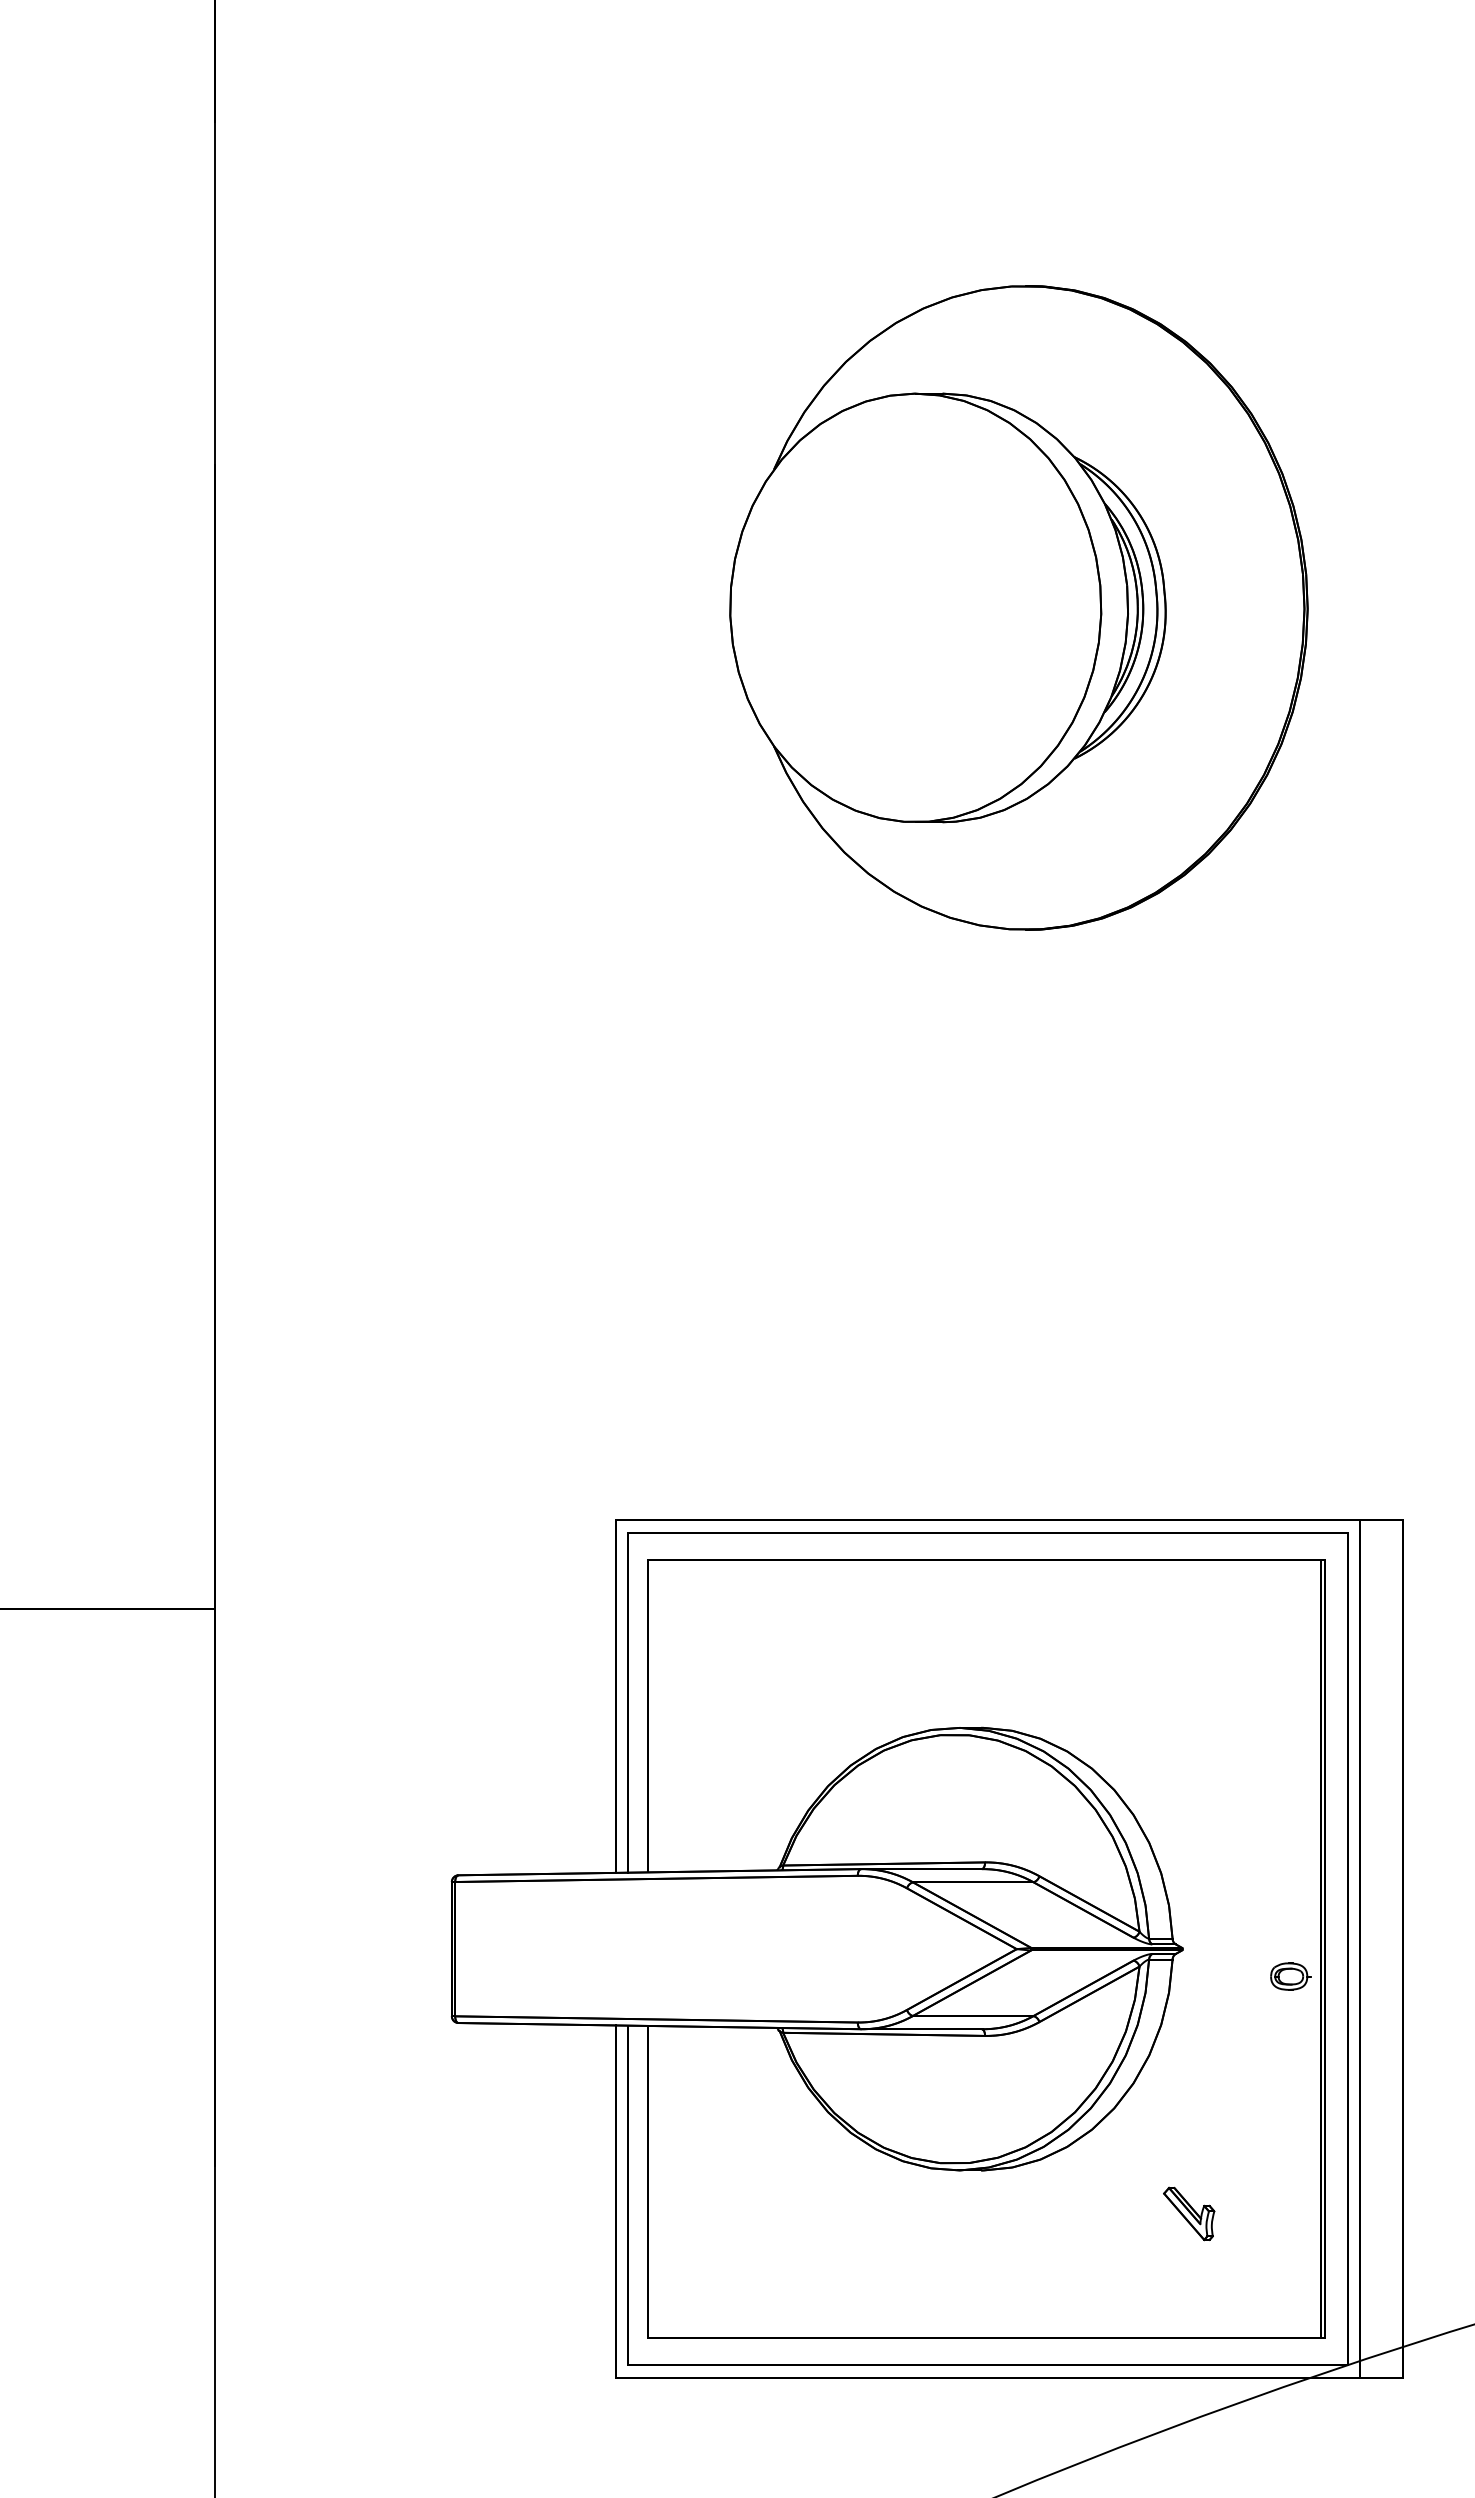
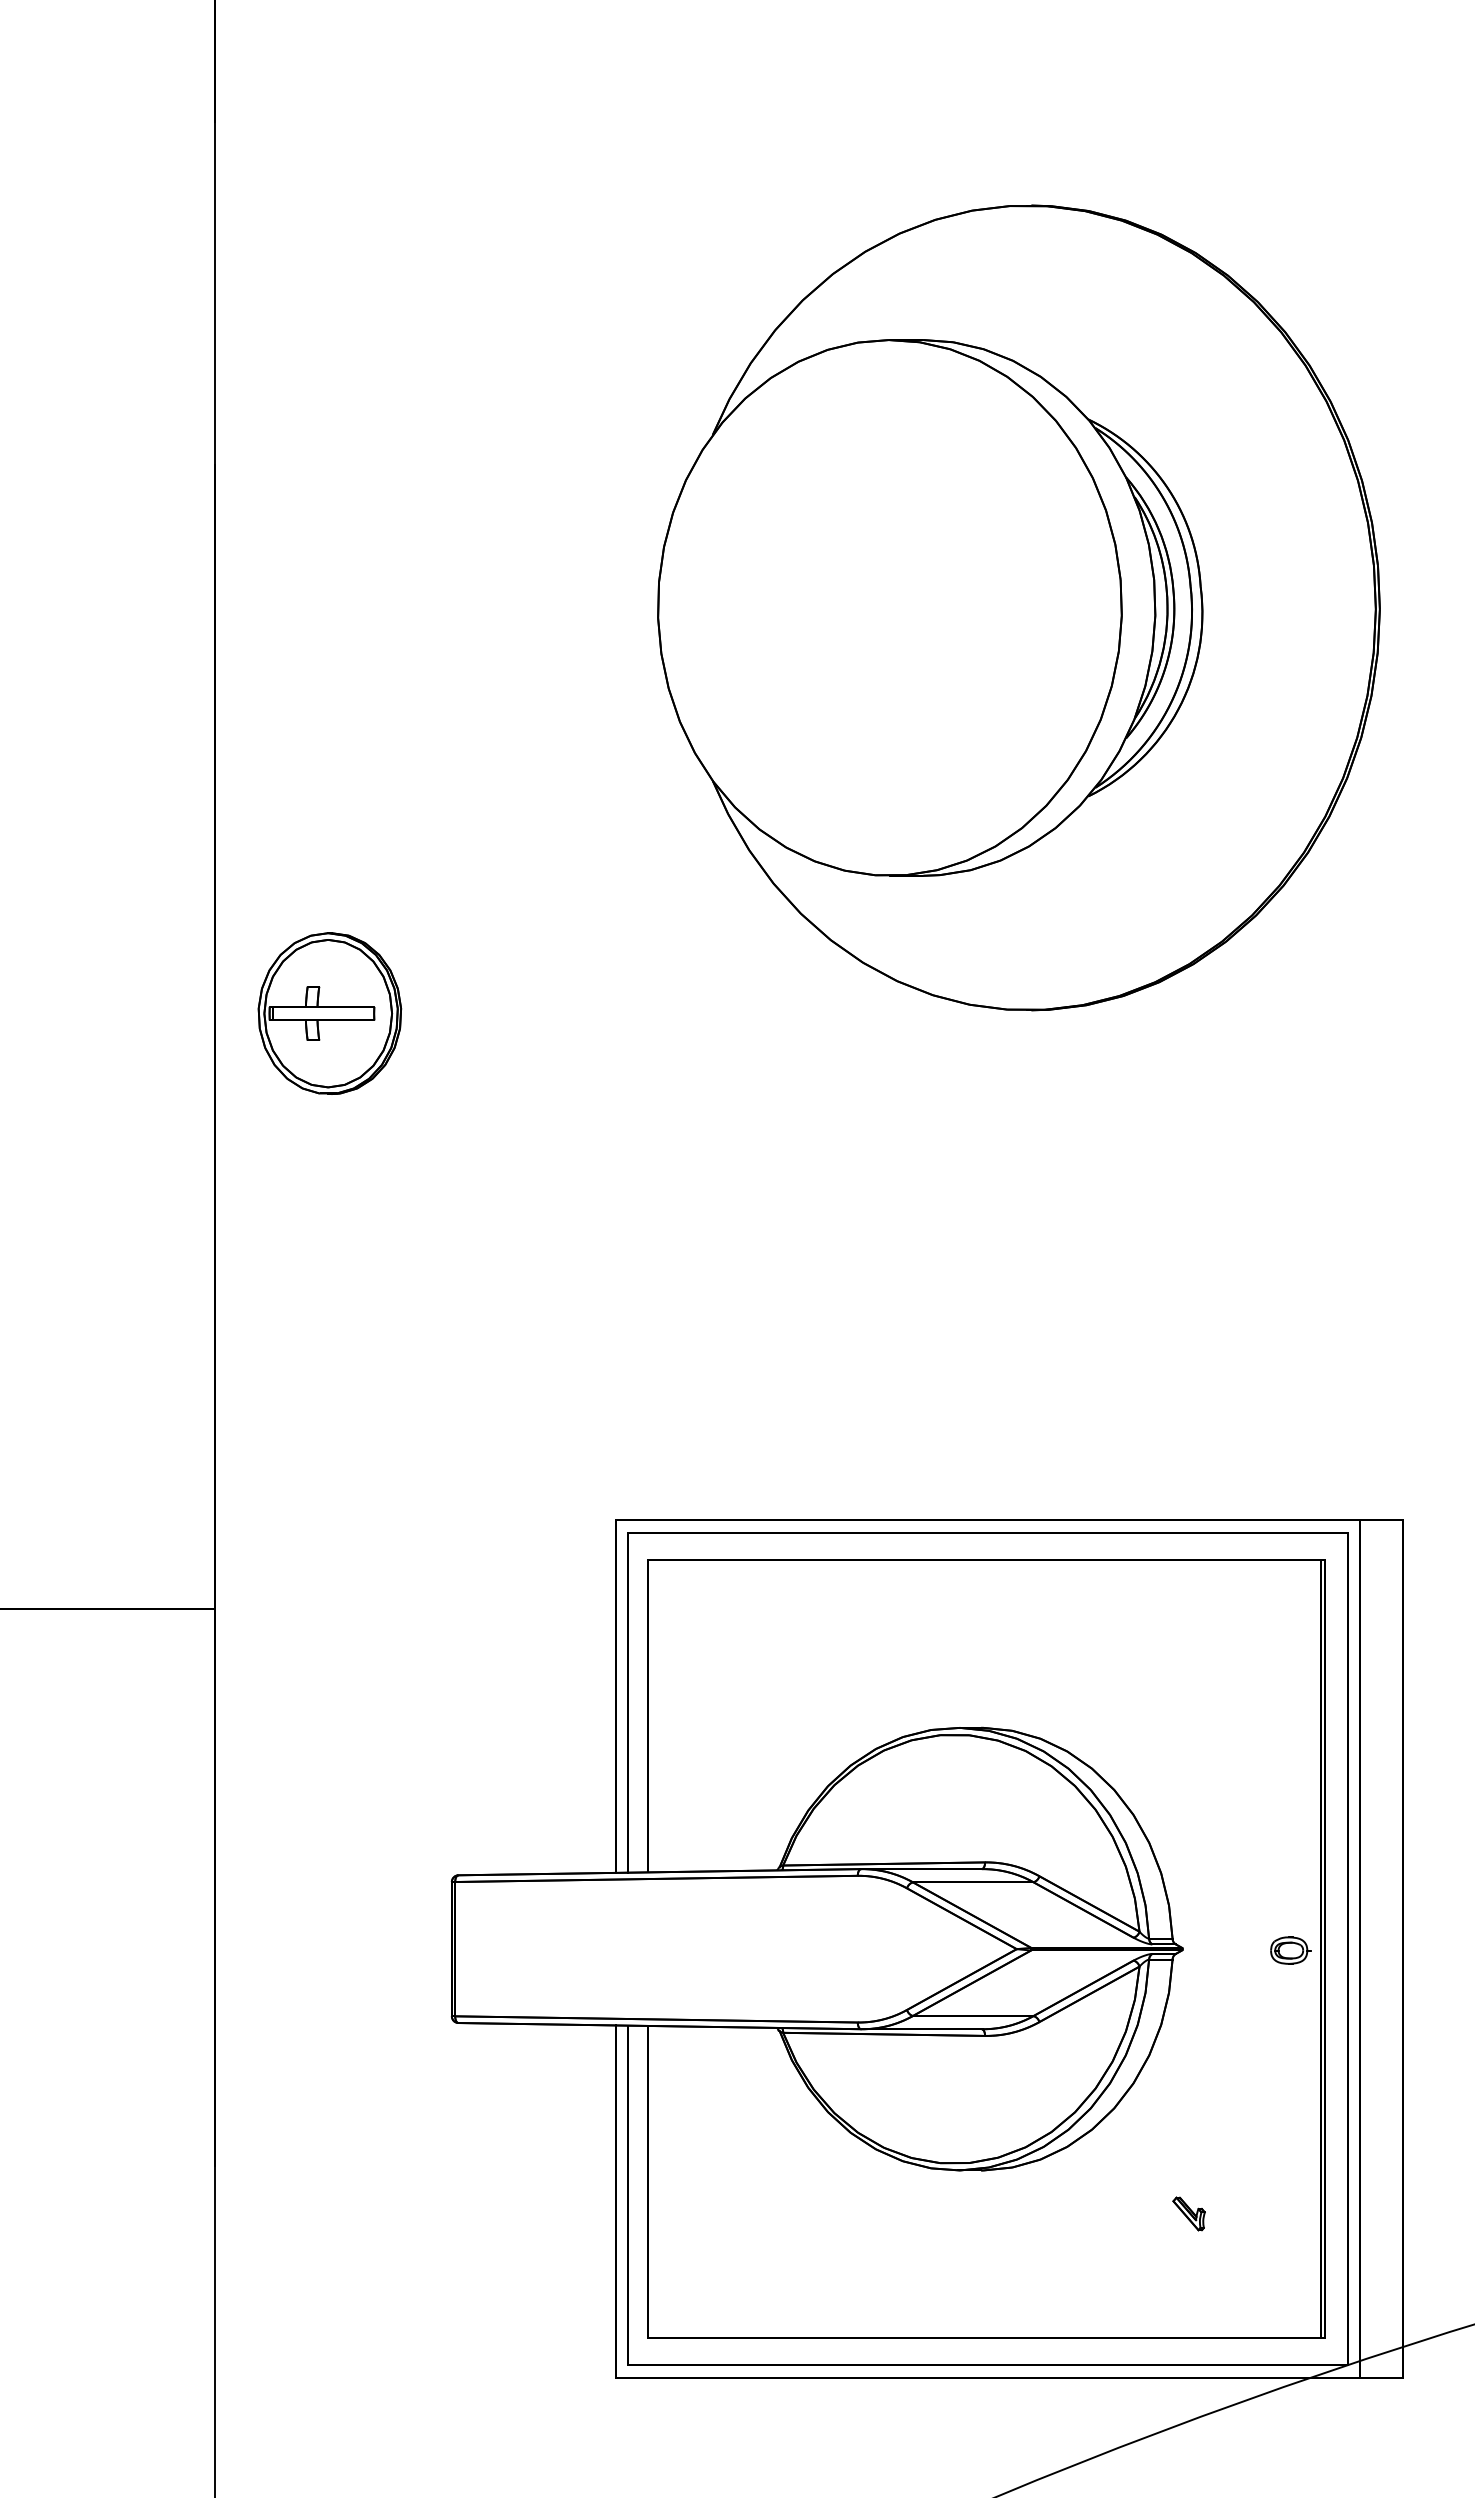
part at (1018, 607) size: 580x646 px -> 724x808 px
part at (329, 1013): none -> present
part at (1290, 1976) position: (1290, 1976) -> (1290, 1950)
part at (1189, 2213) size: 53x56 px -> 34x36 px
